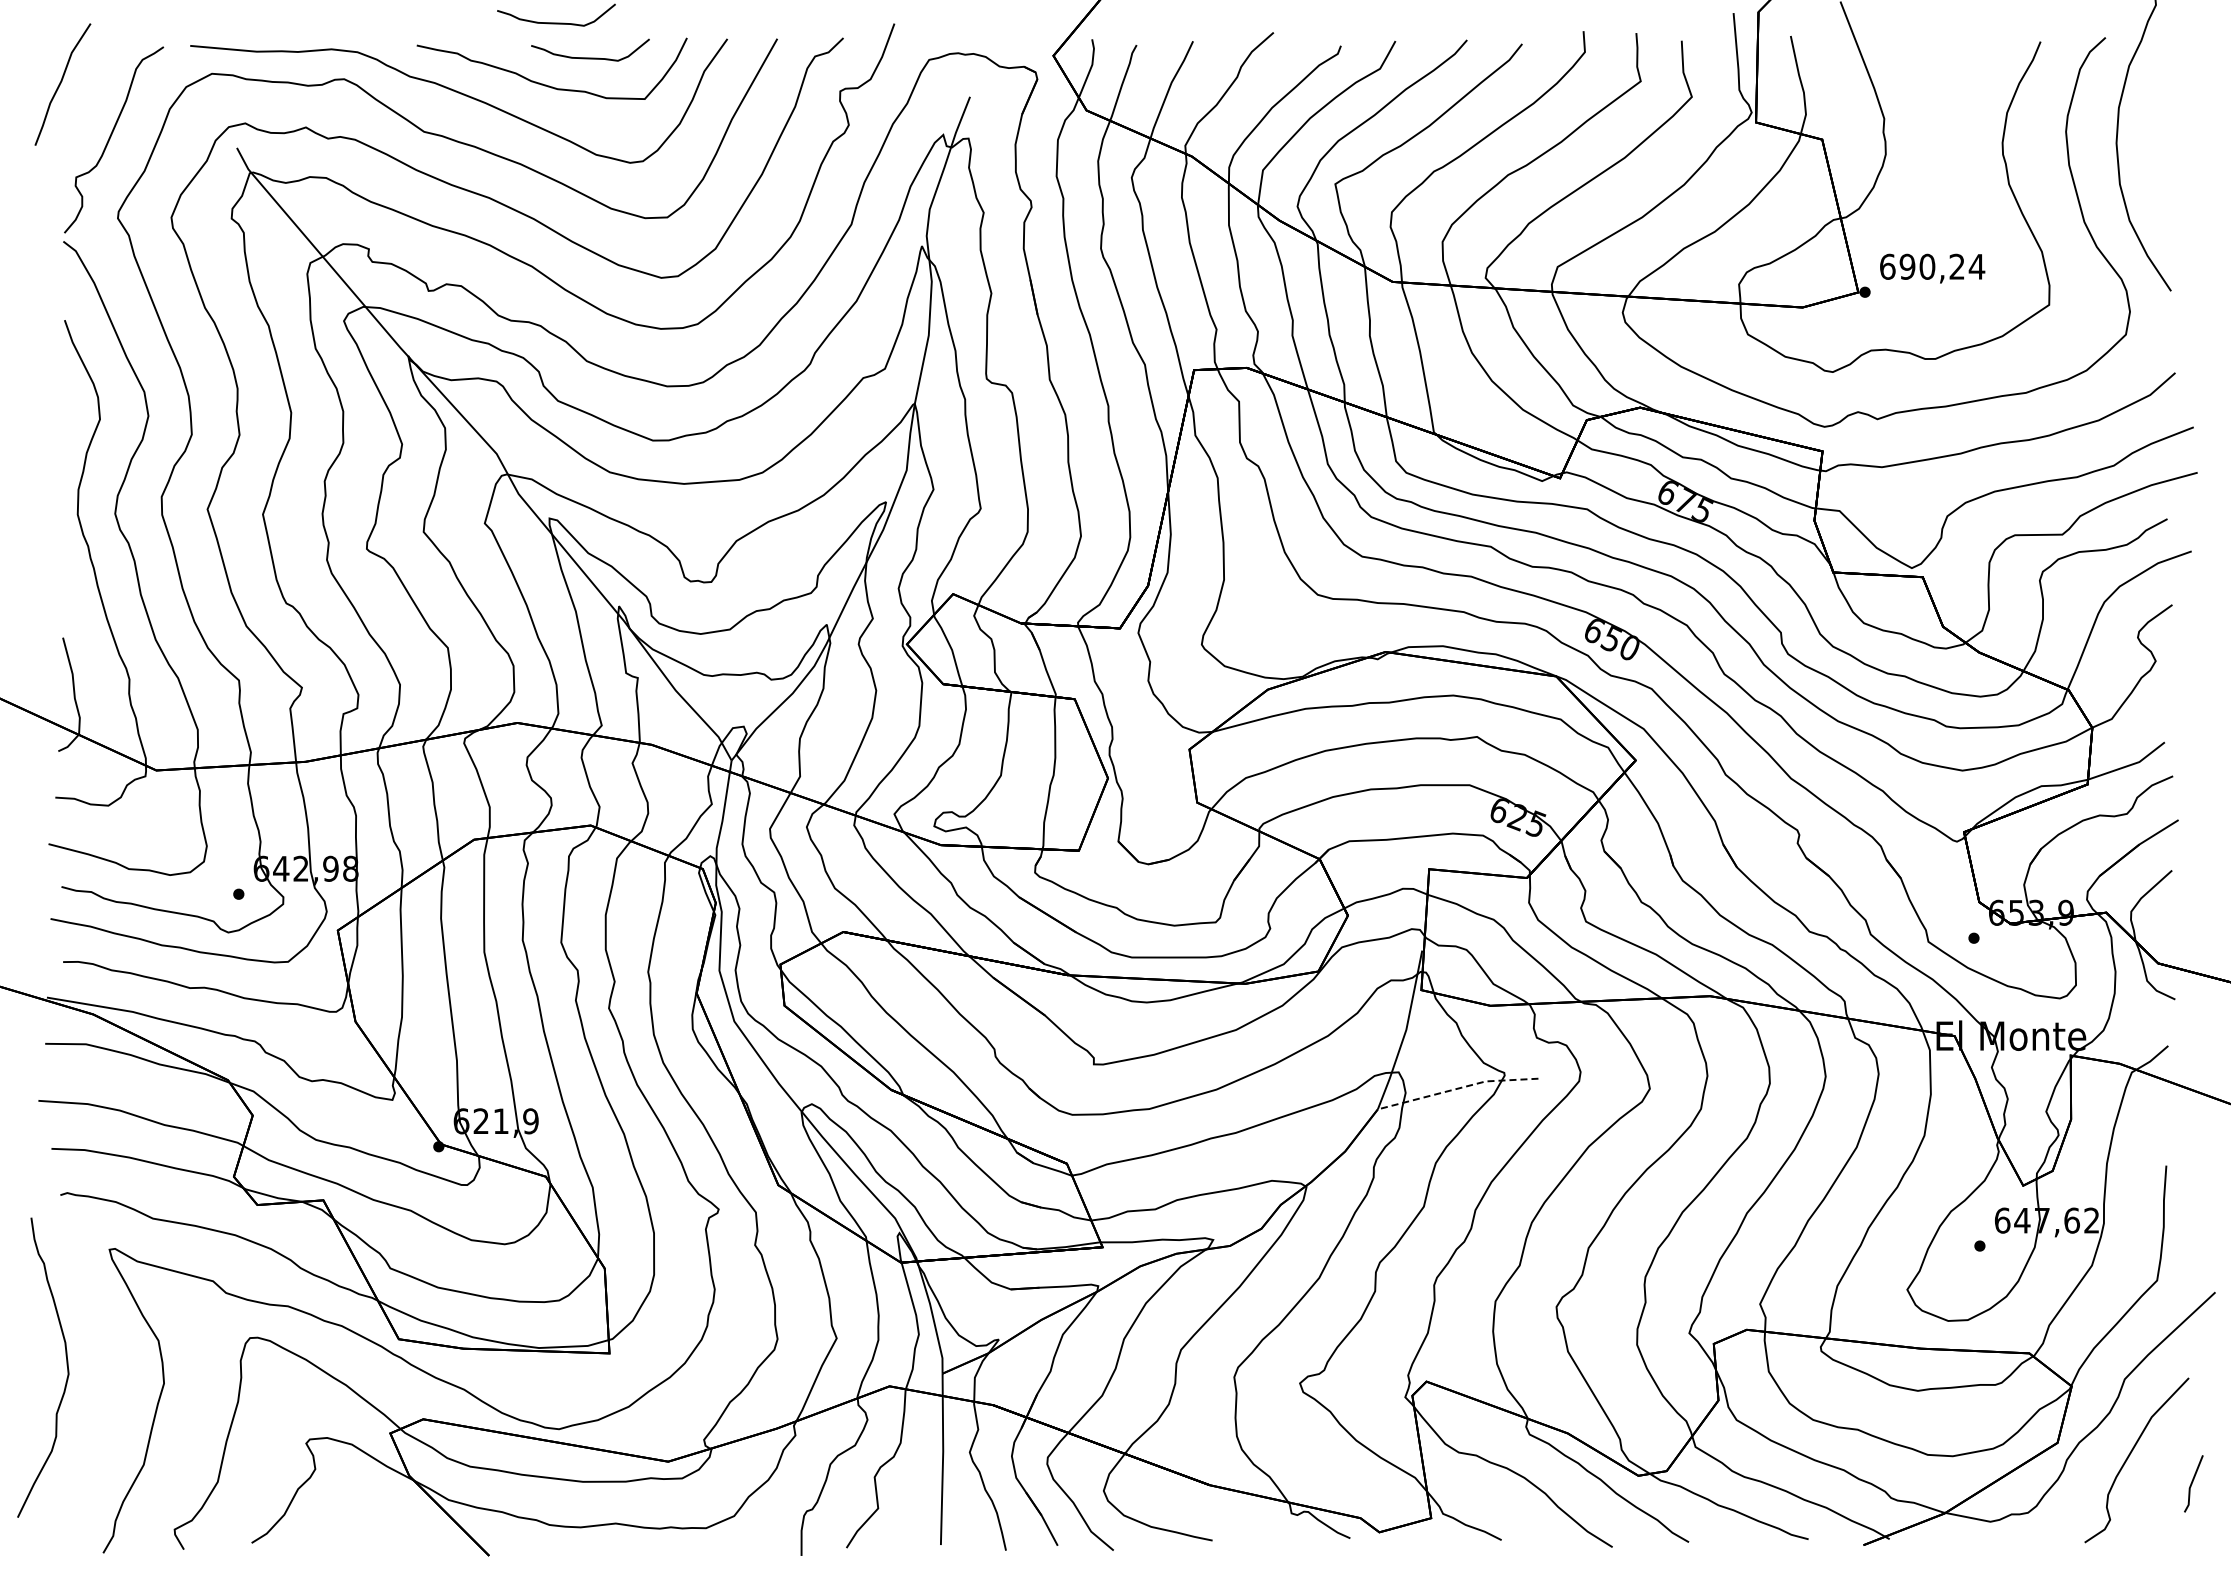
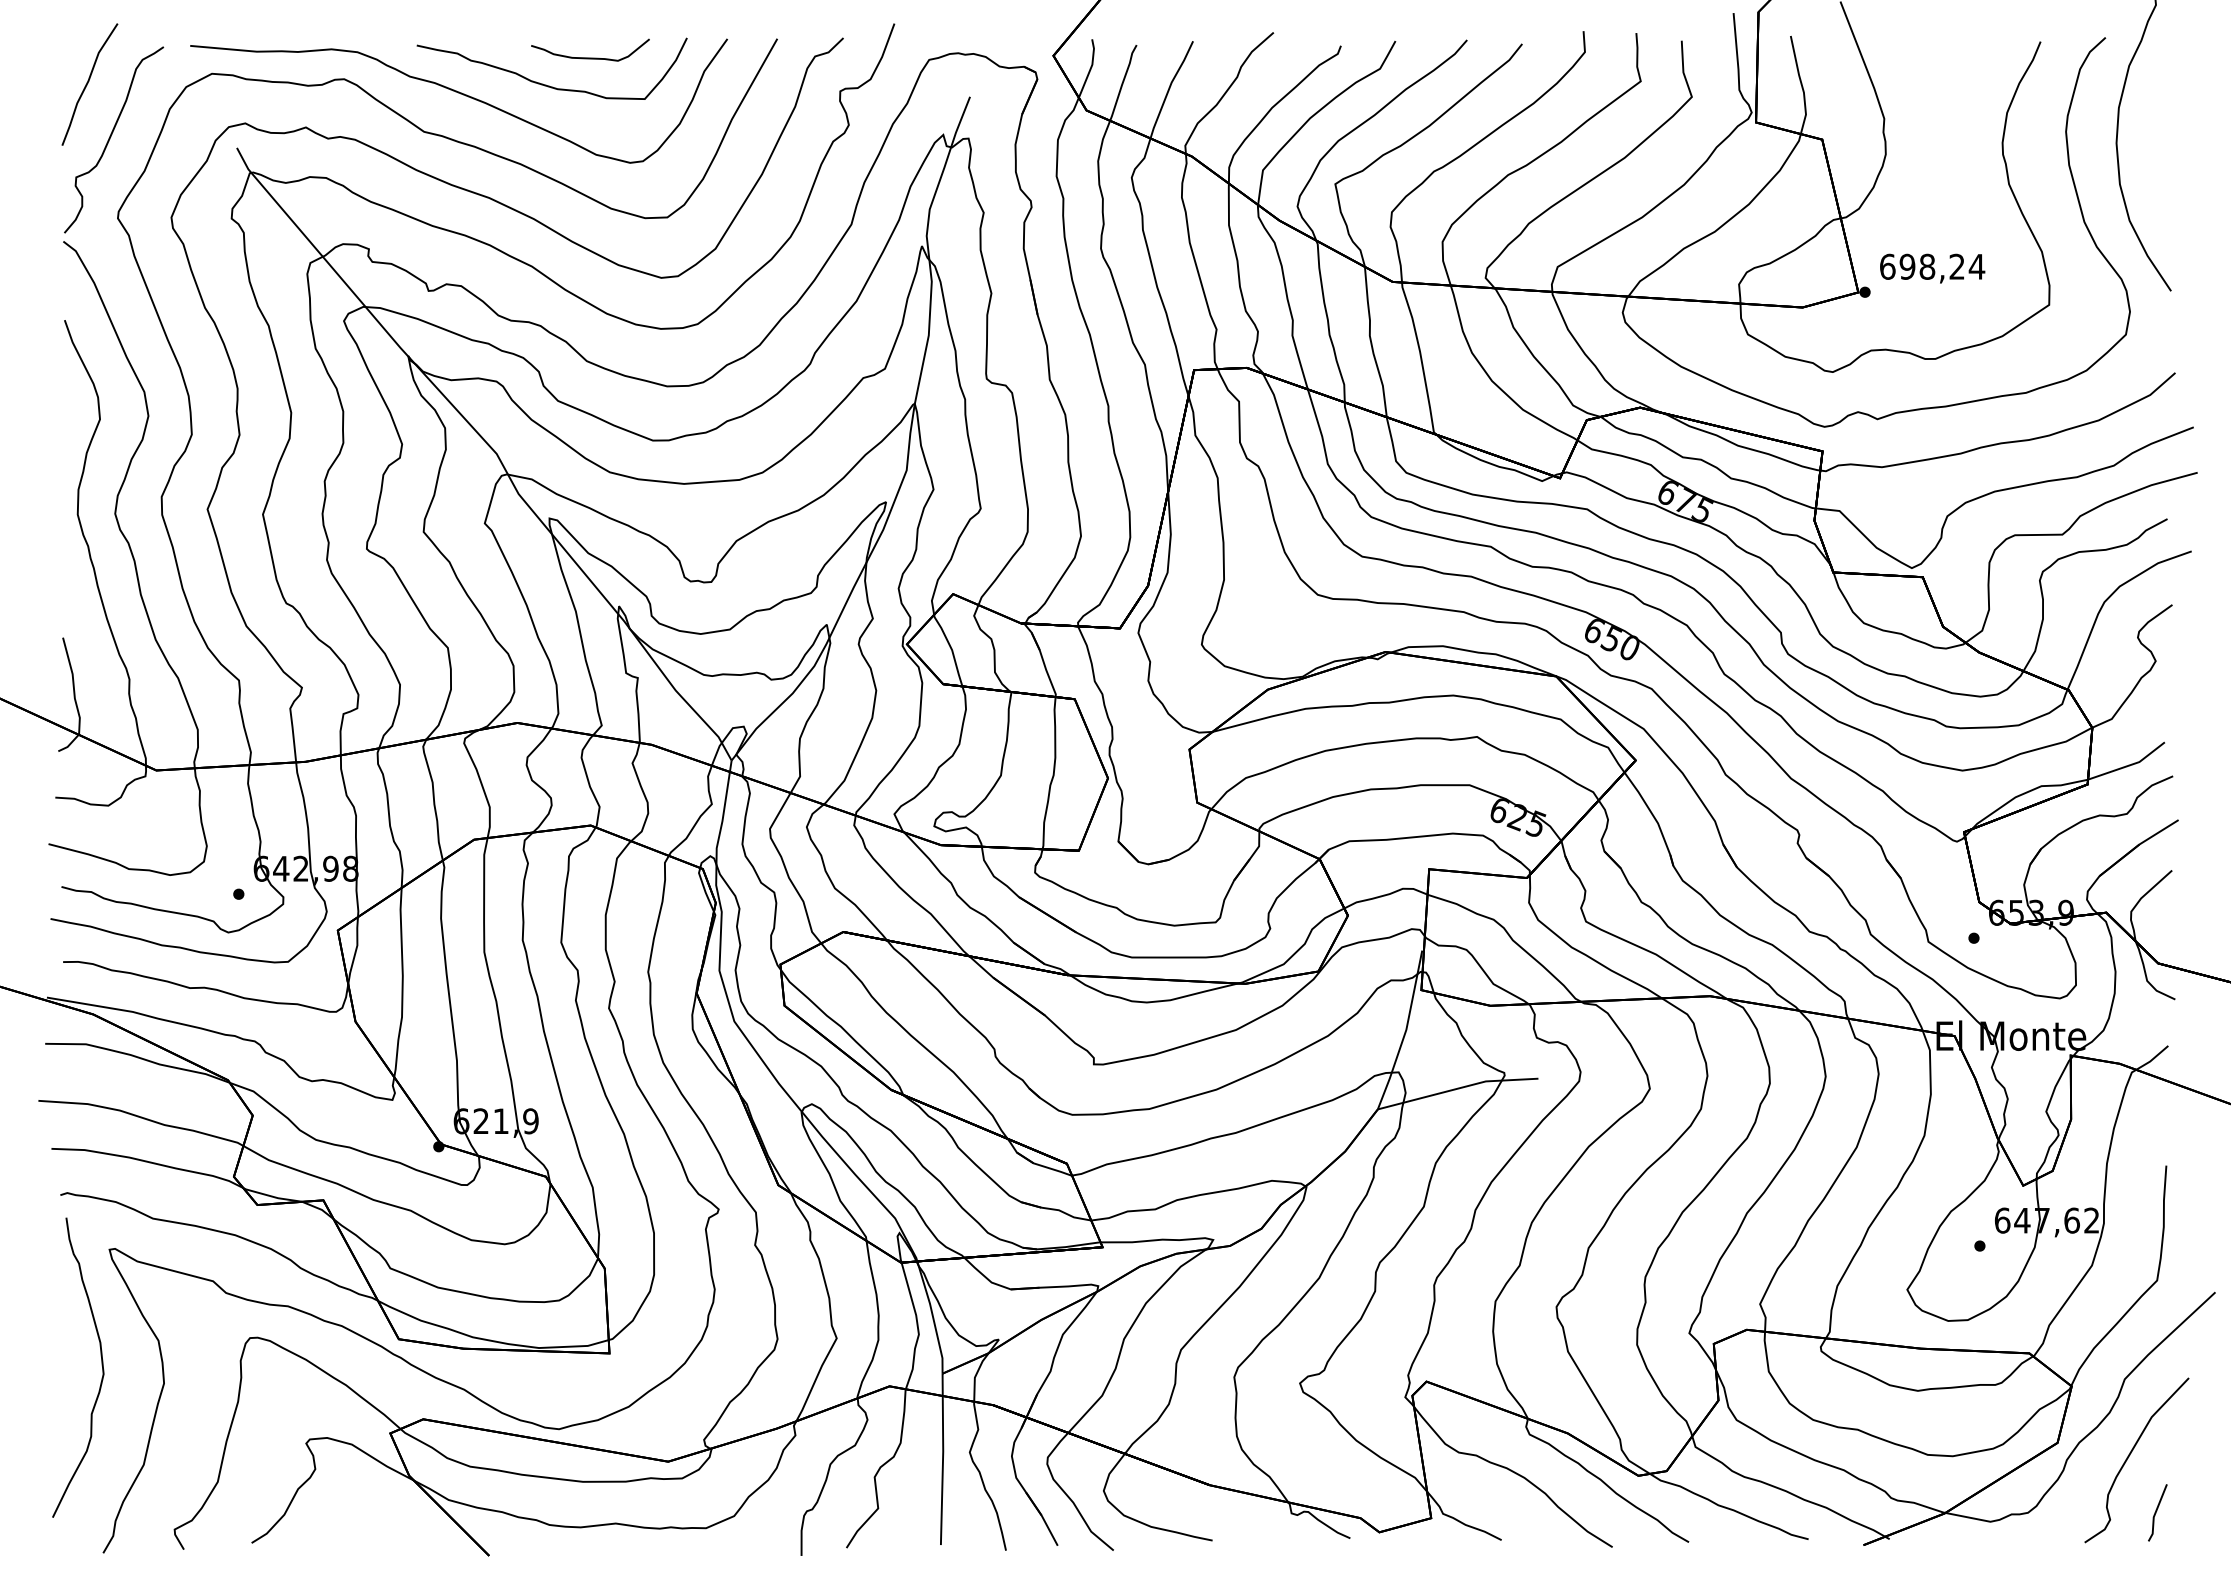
curve at (556, 22): present -> none
curve at (61, 83) position: (61, 83) -> (88, 83)
text at (1927, 266): 690,24 -> 698,24
line at (1457, 1088): dashed -> solid
curve at (66, 1365) position: (66, 1365) -> (101, 1365)
line at (2193, 1482) position: (2193, 1482) -> (2157, 1511)
